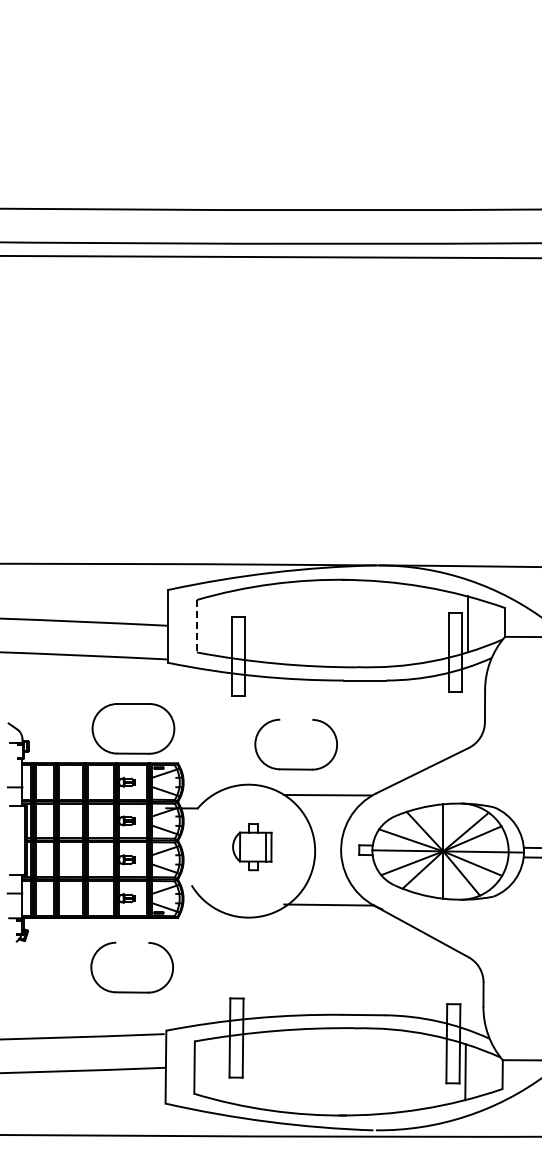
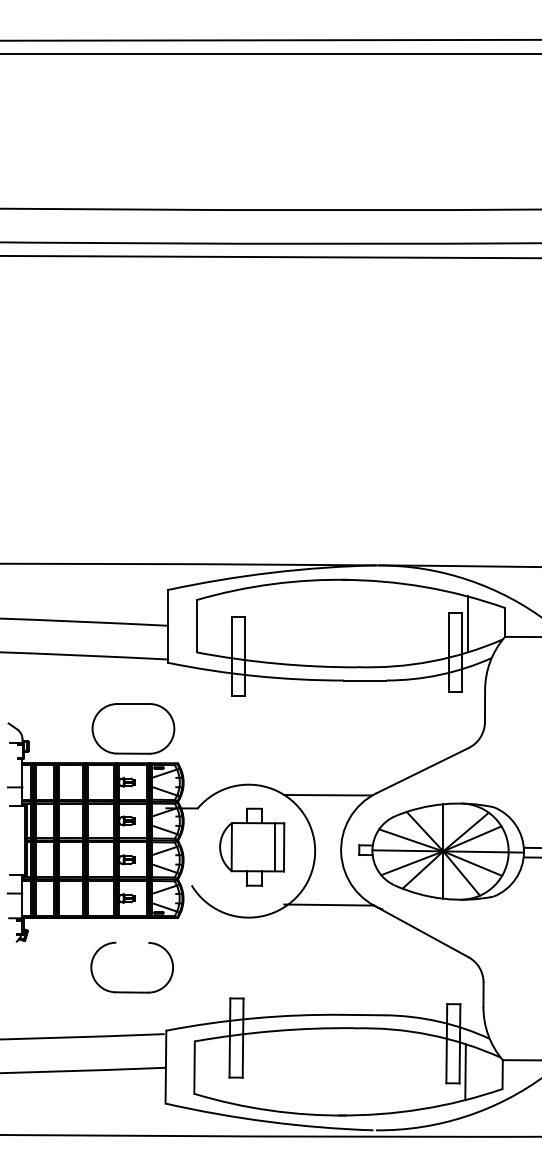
line at (270, 39): none -> present
line at (270, 53): none -> present
line at (196, 626): dashed -> solid
part at (295, 768): present -> none
part at (252, 847) size: 41x49 px -> 67x80 px
